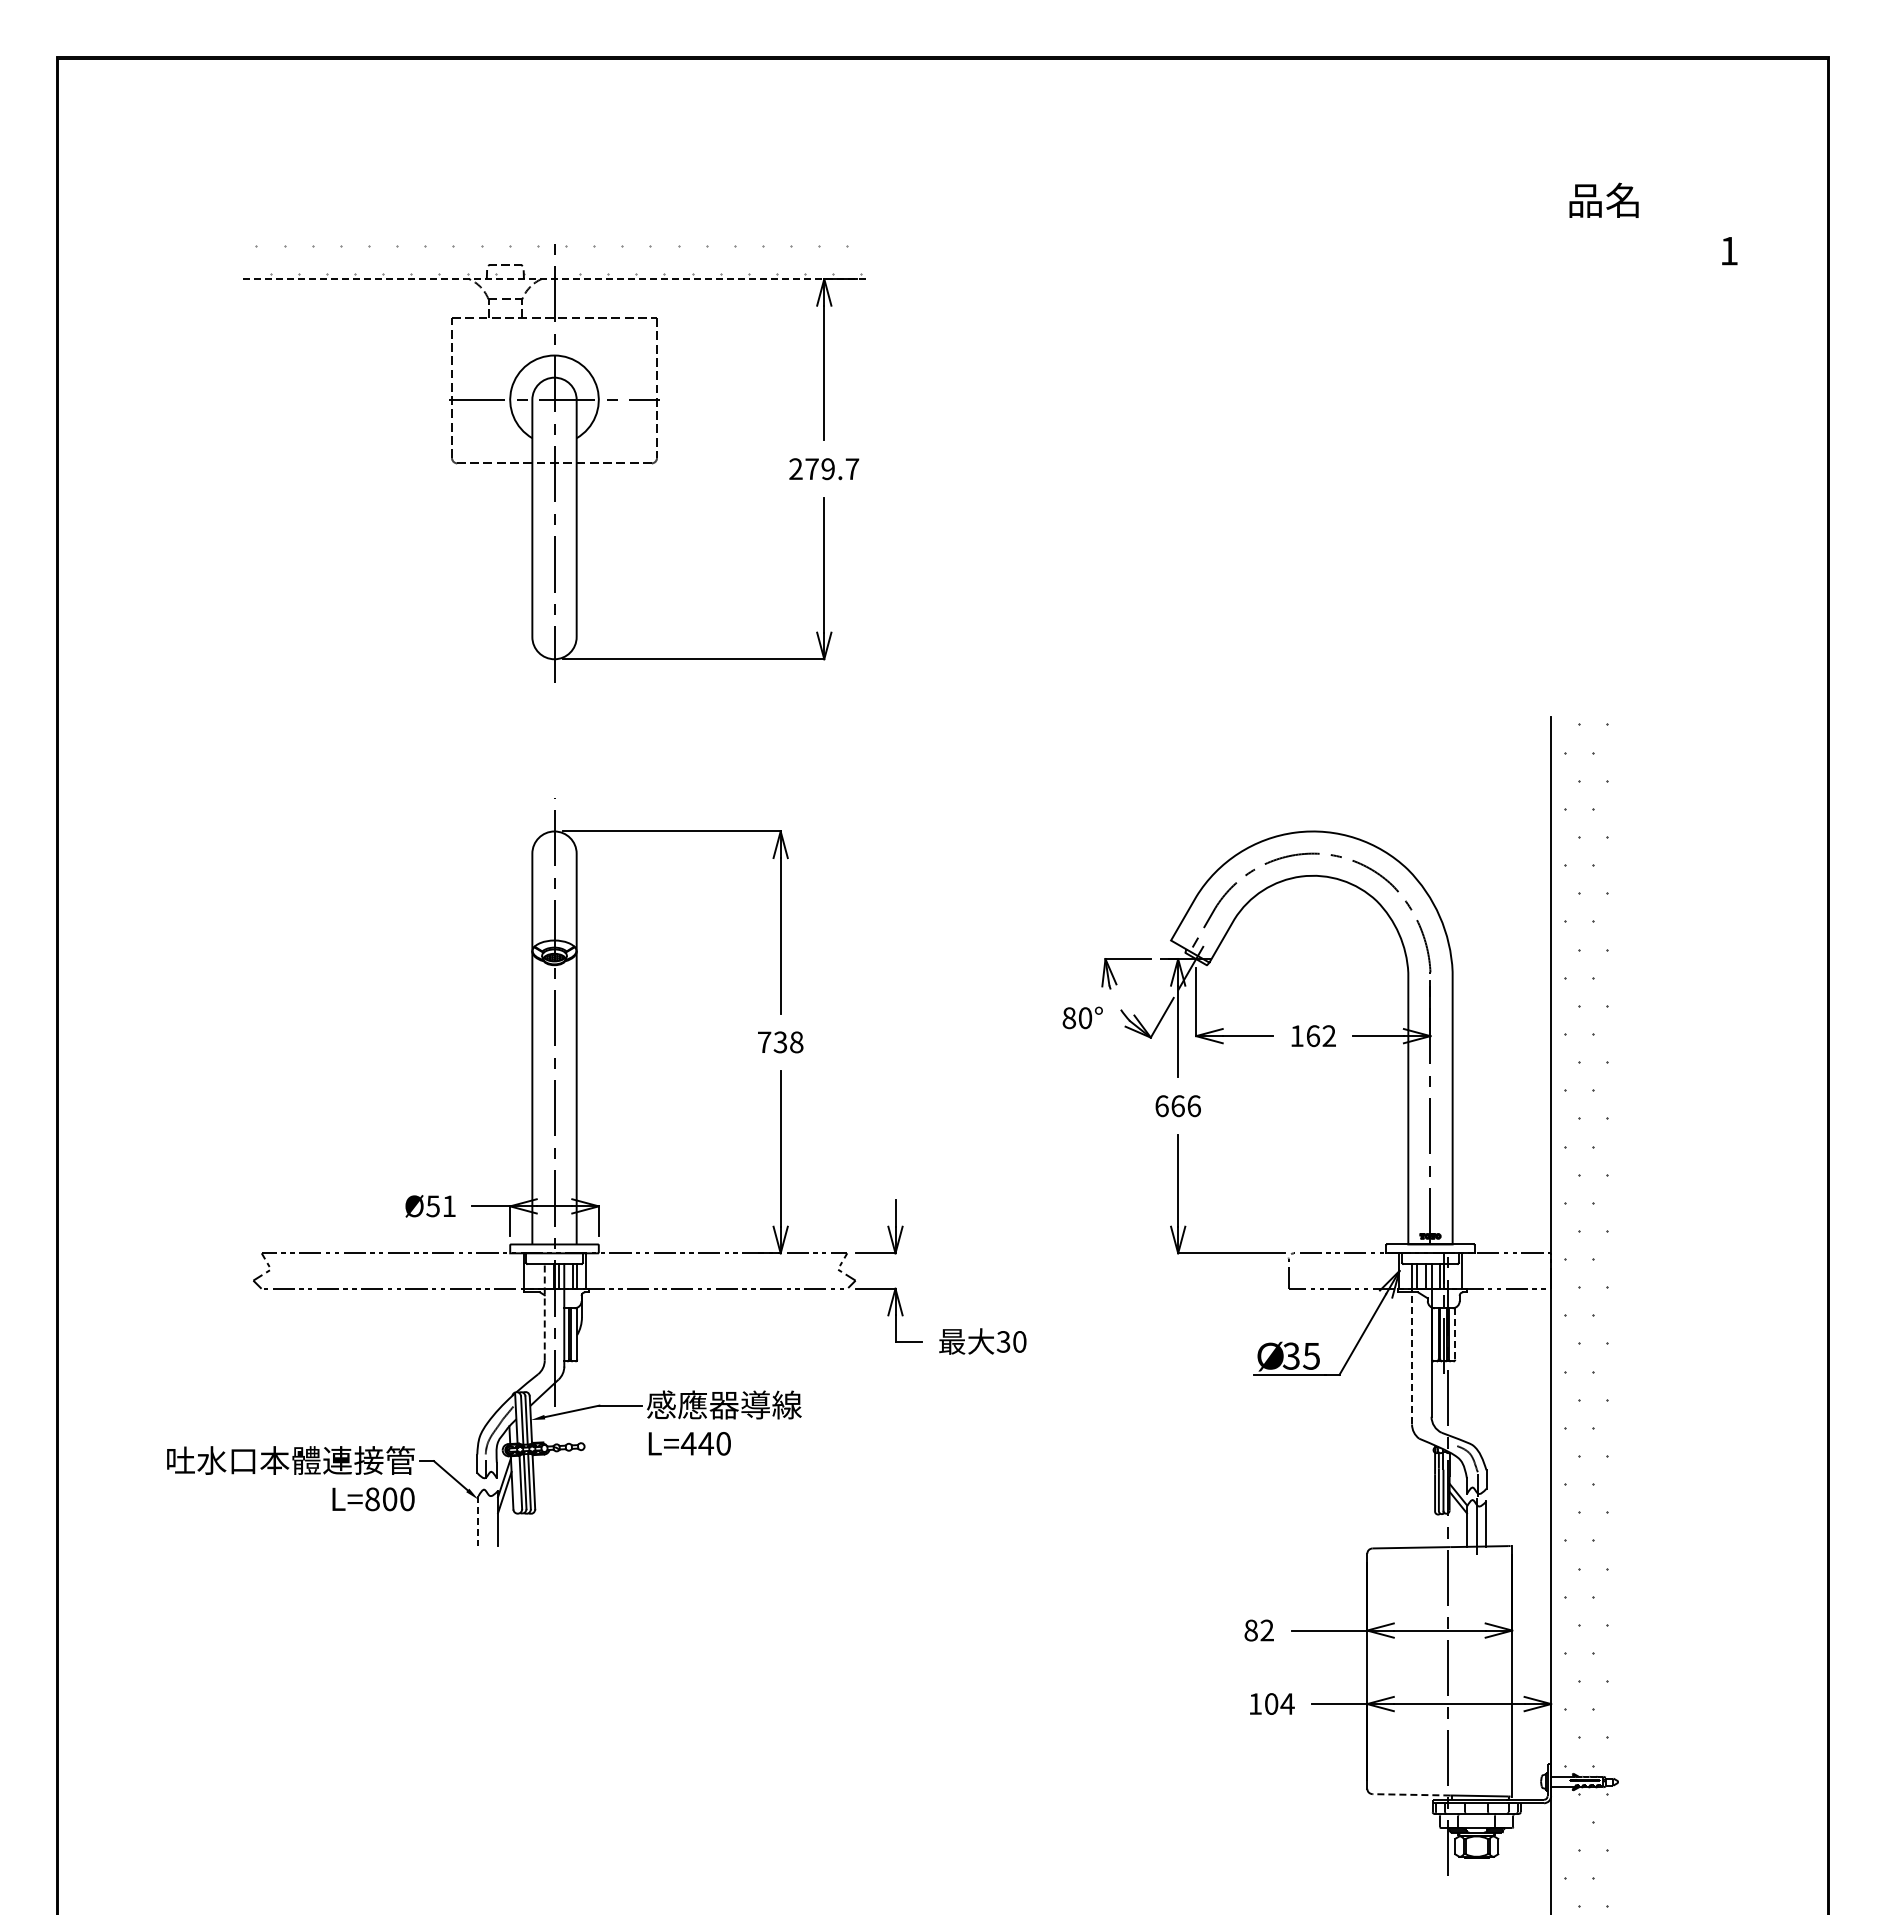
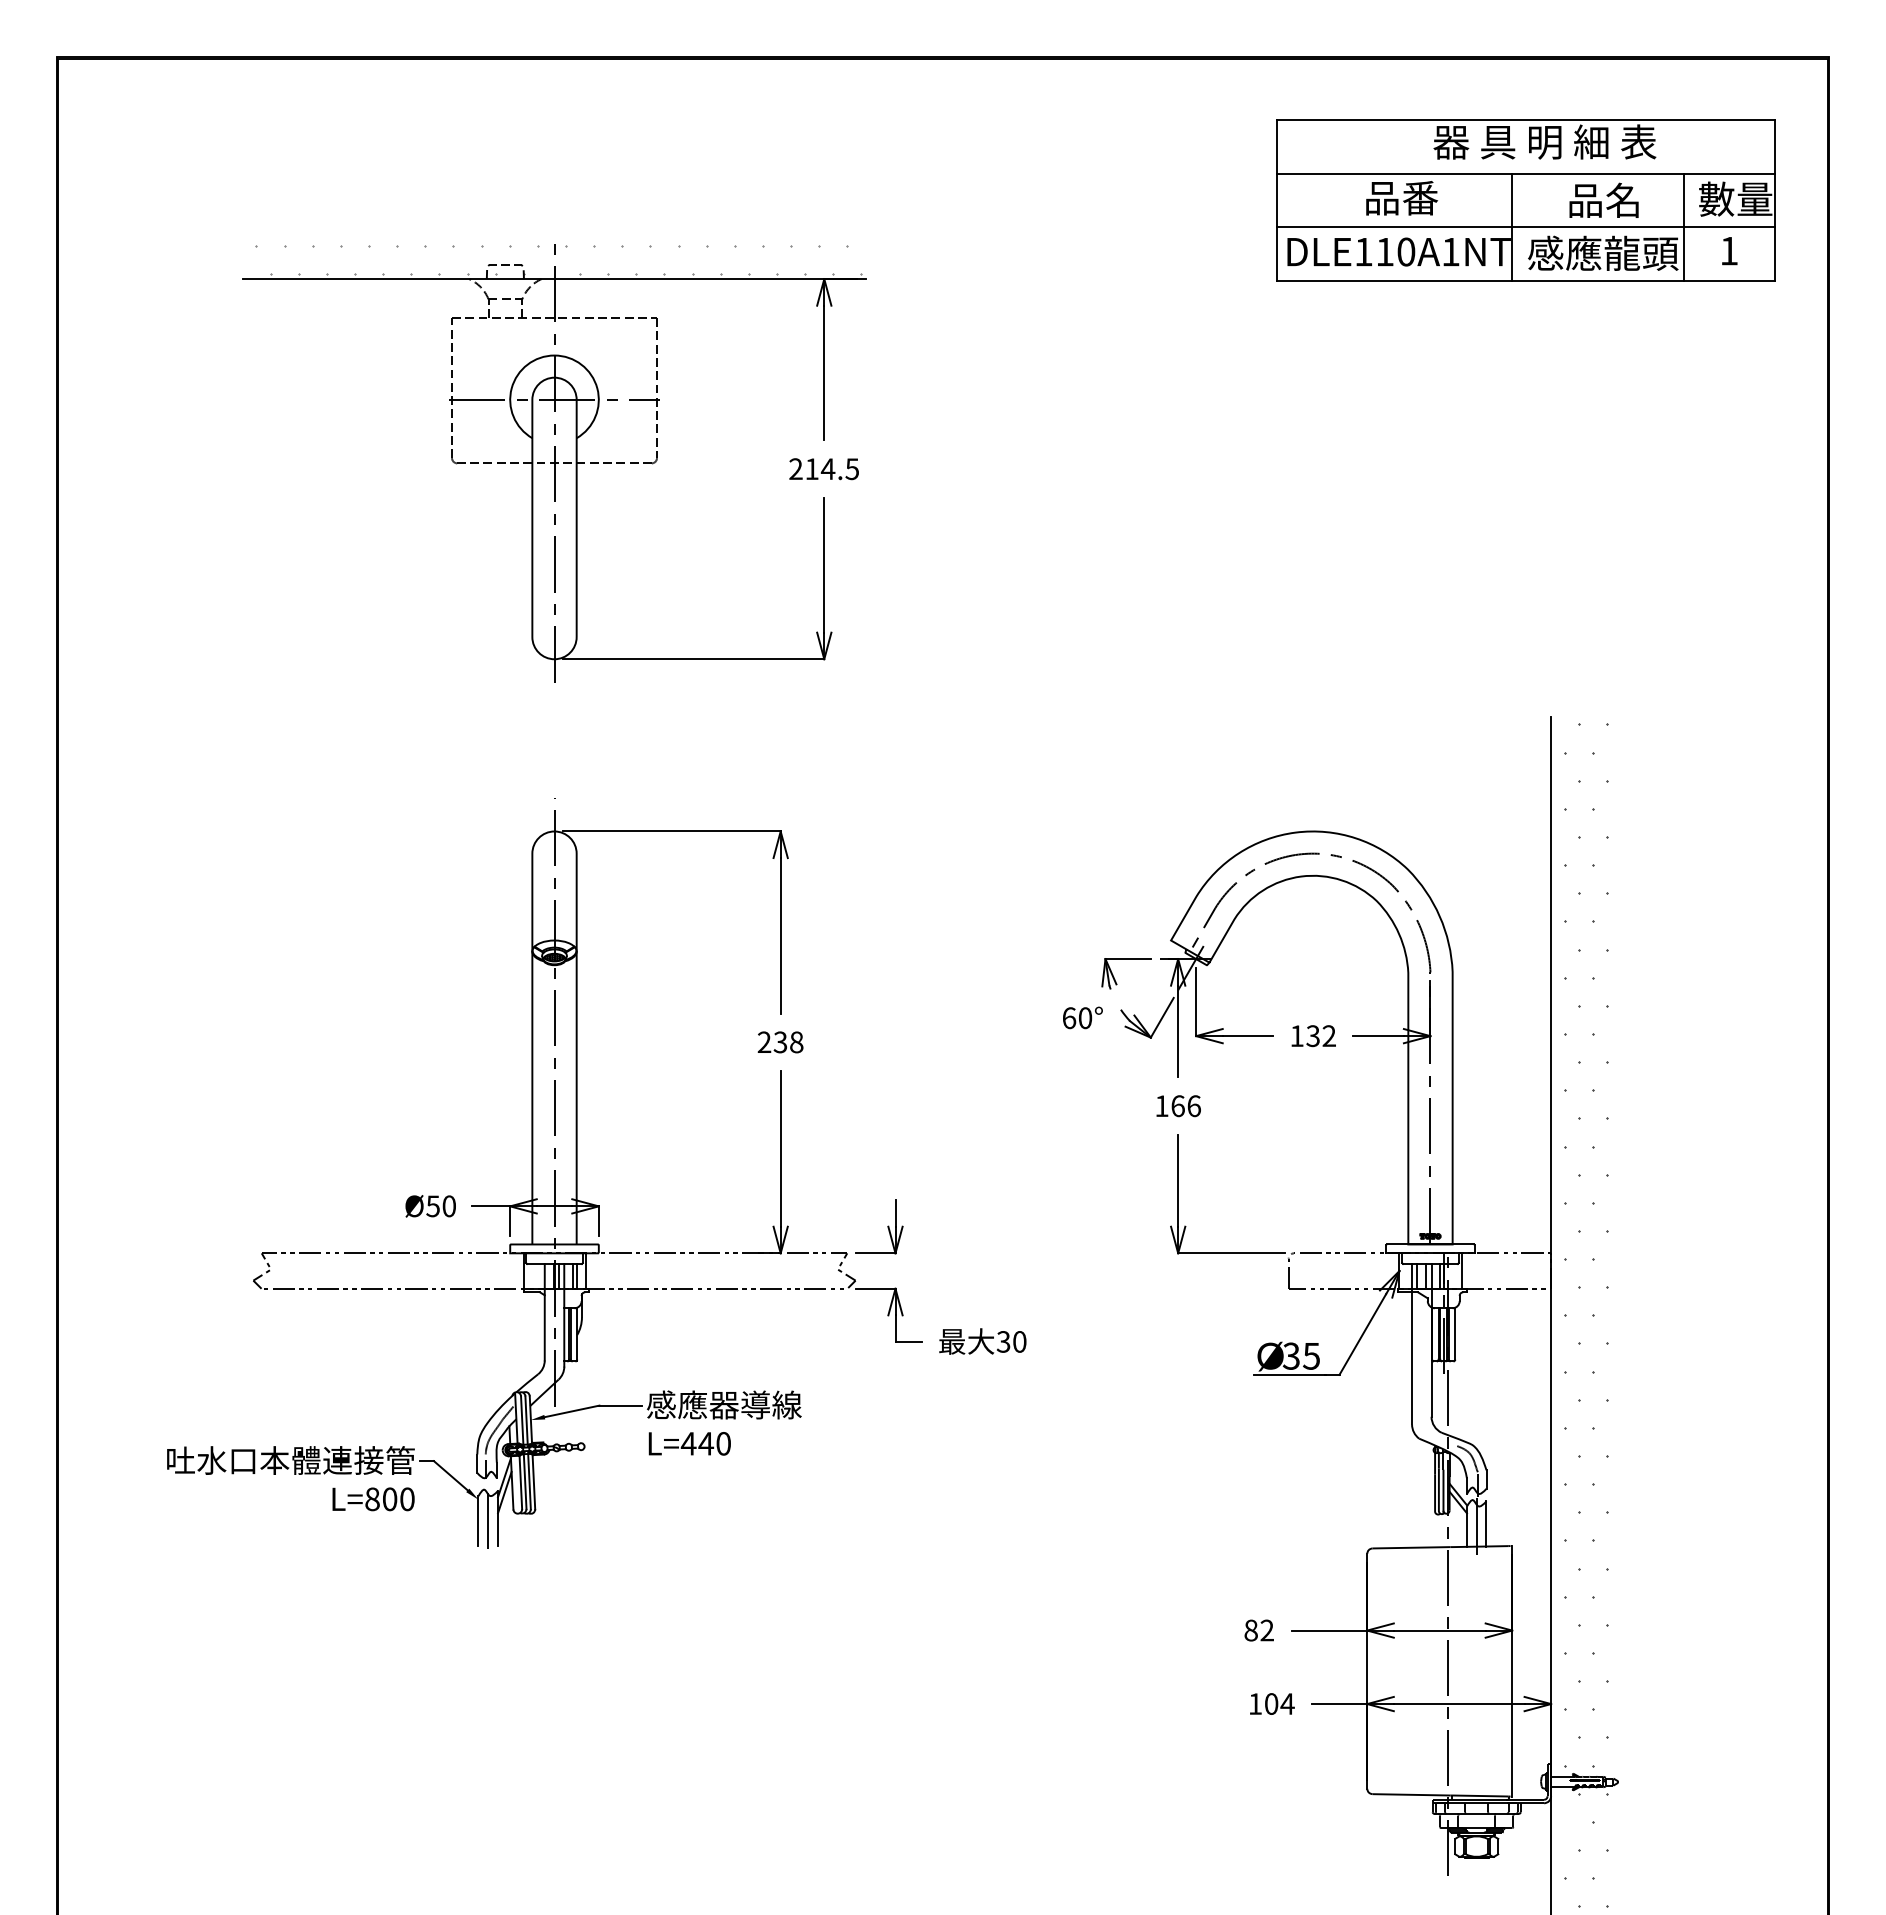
part at (1525, 200): none -> present
line at (554, 279): dashed -> solid
text at (832, 469): 279.7 -> 214.5
text at (1069, 1018): 80° -> 60°
text at (1313, 1036): 162 -> 132
text at (764, 1041): 738 -> 238
text at (1161, 1106): 666 -> 166
text at (448, 1206): 51 -> 50
line at (544, 1311): dashed -> solid
line at (1455, 1333): dashed -> solid
line at (1412, 1356): dashed -> solid
line at (478, 1520): dashed -> solid
line at (488, 1523): none -> present
line at (1411, 1794): dashed -> solid
